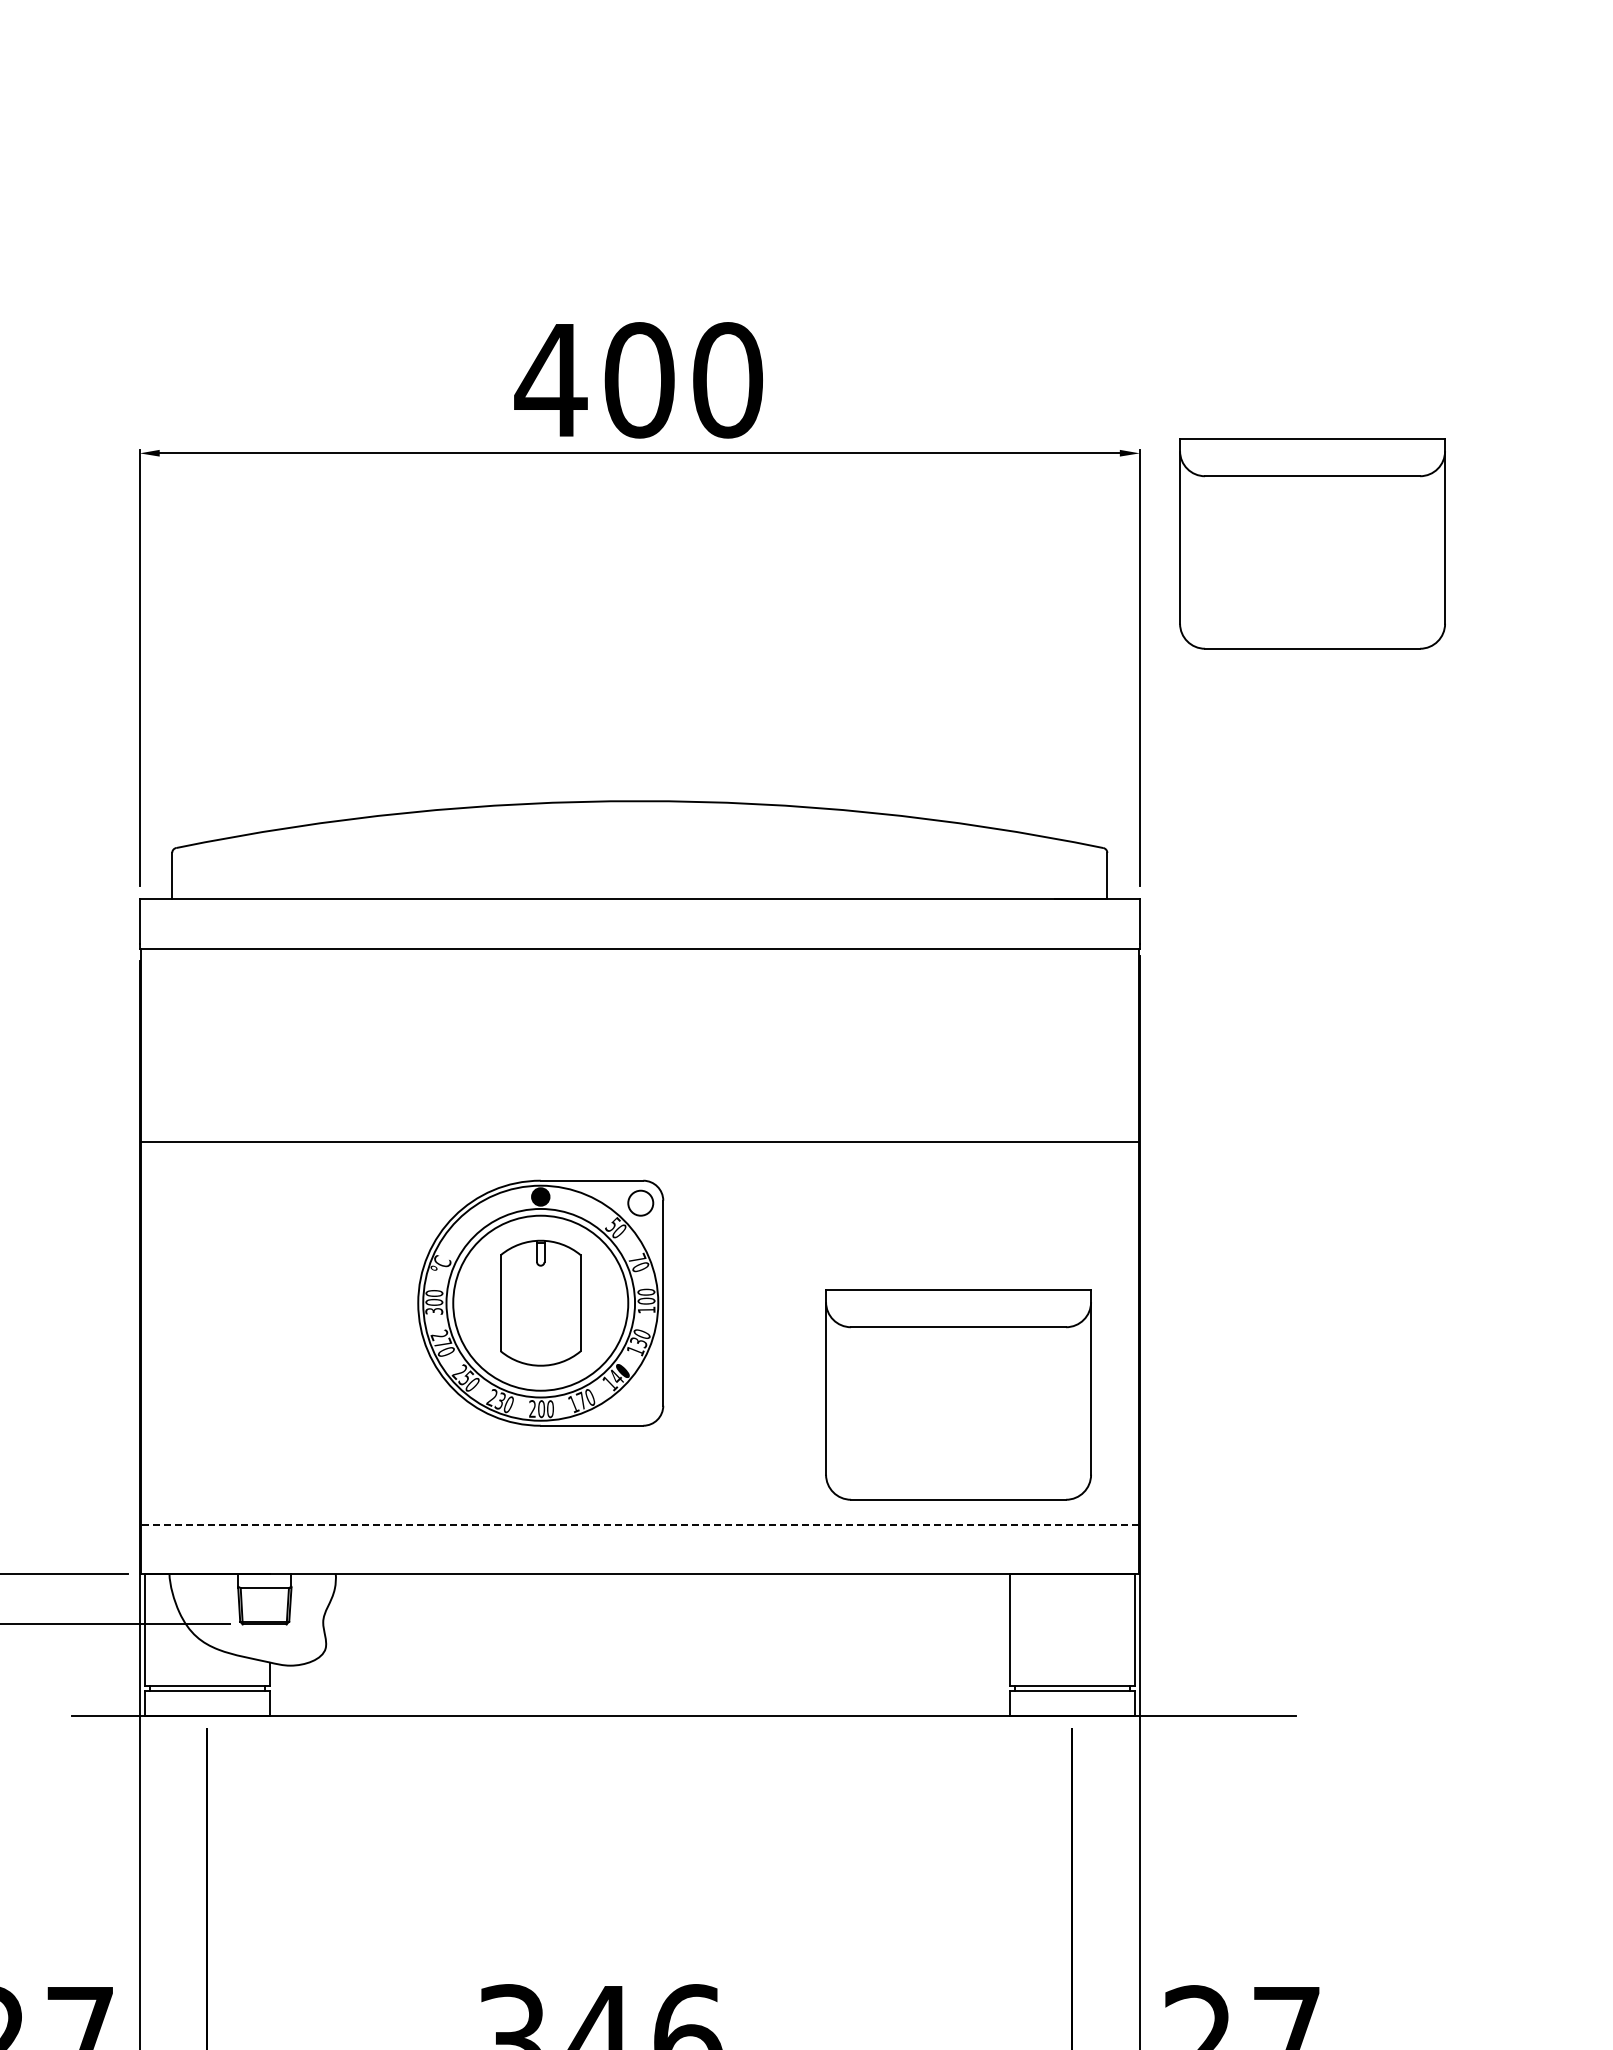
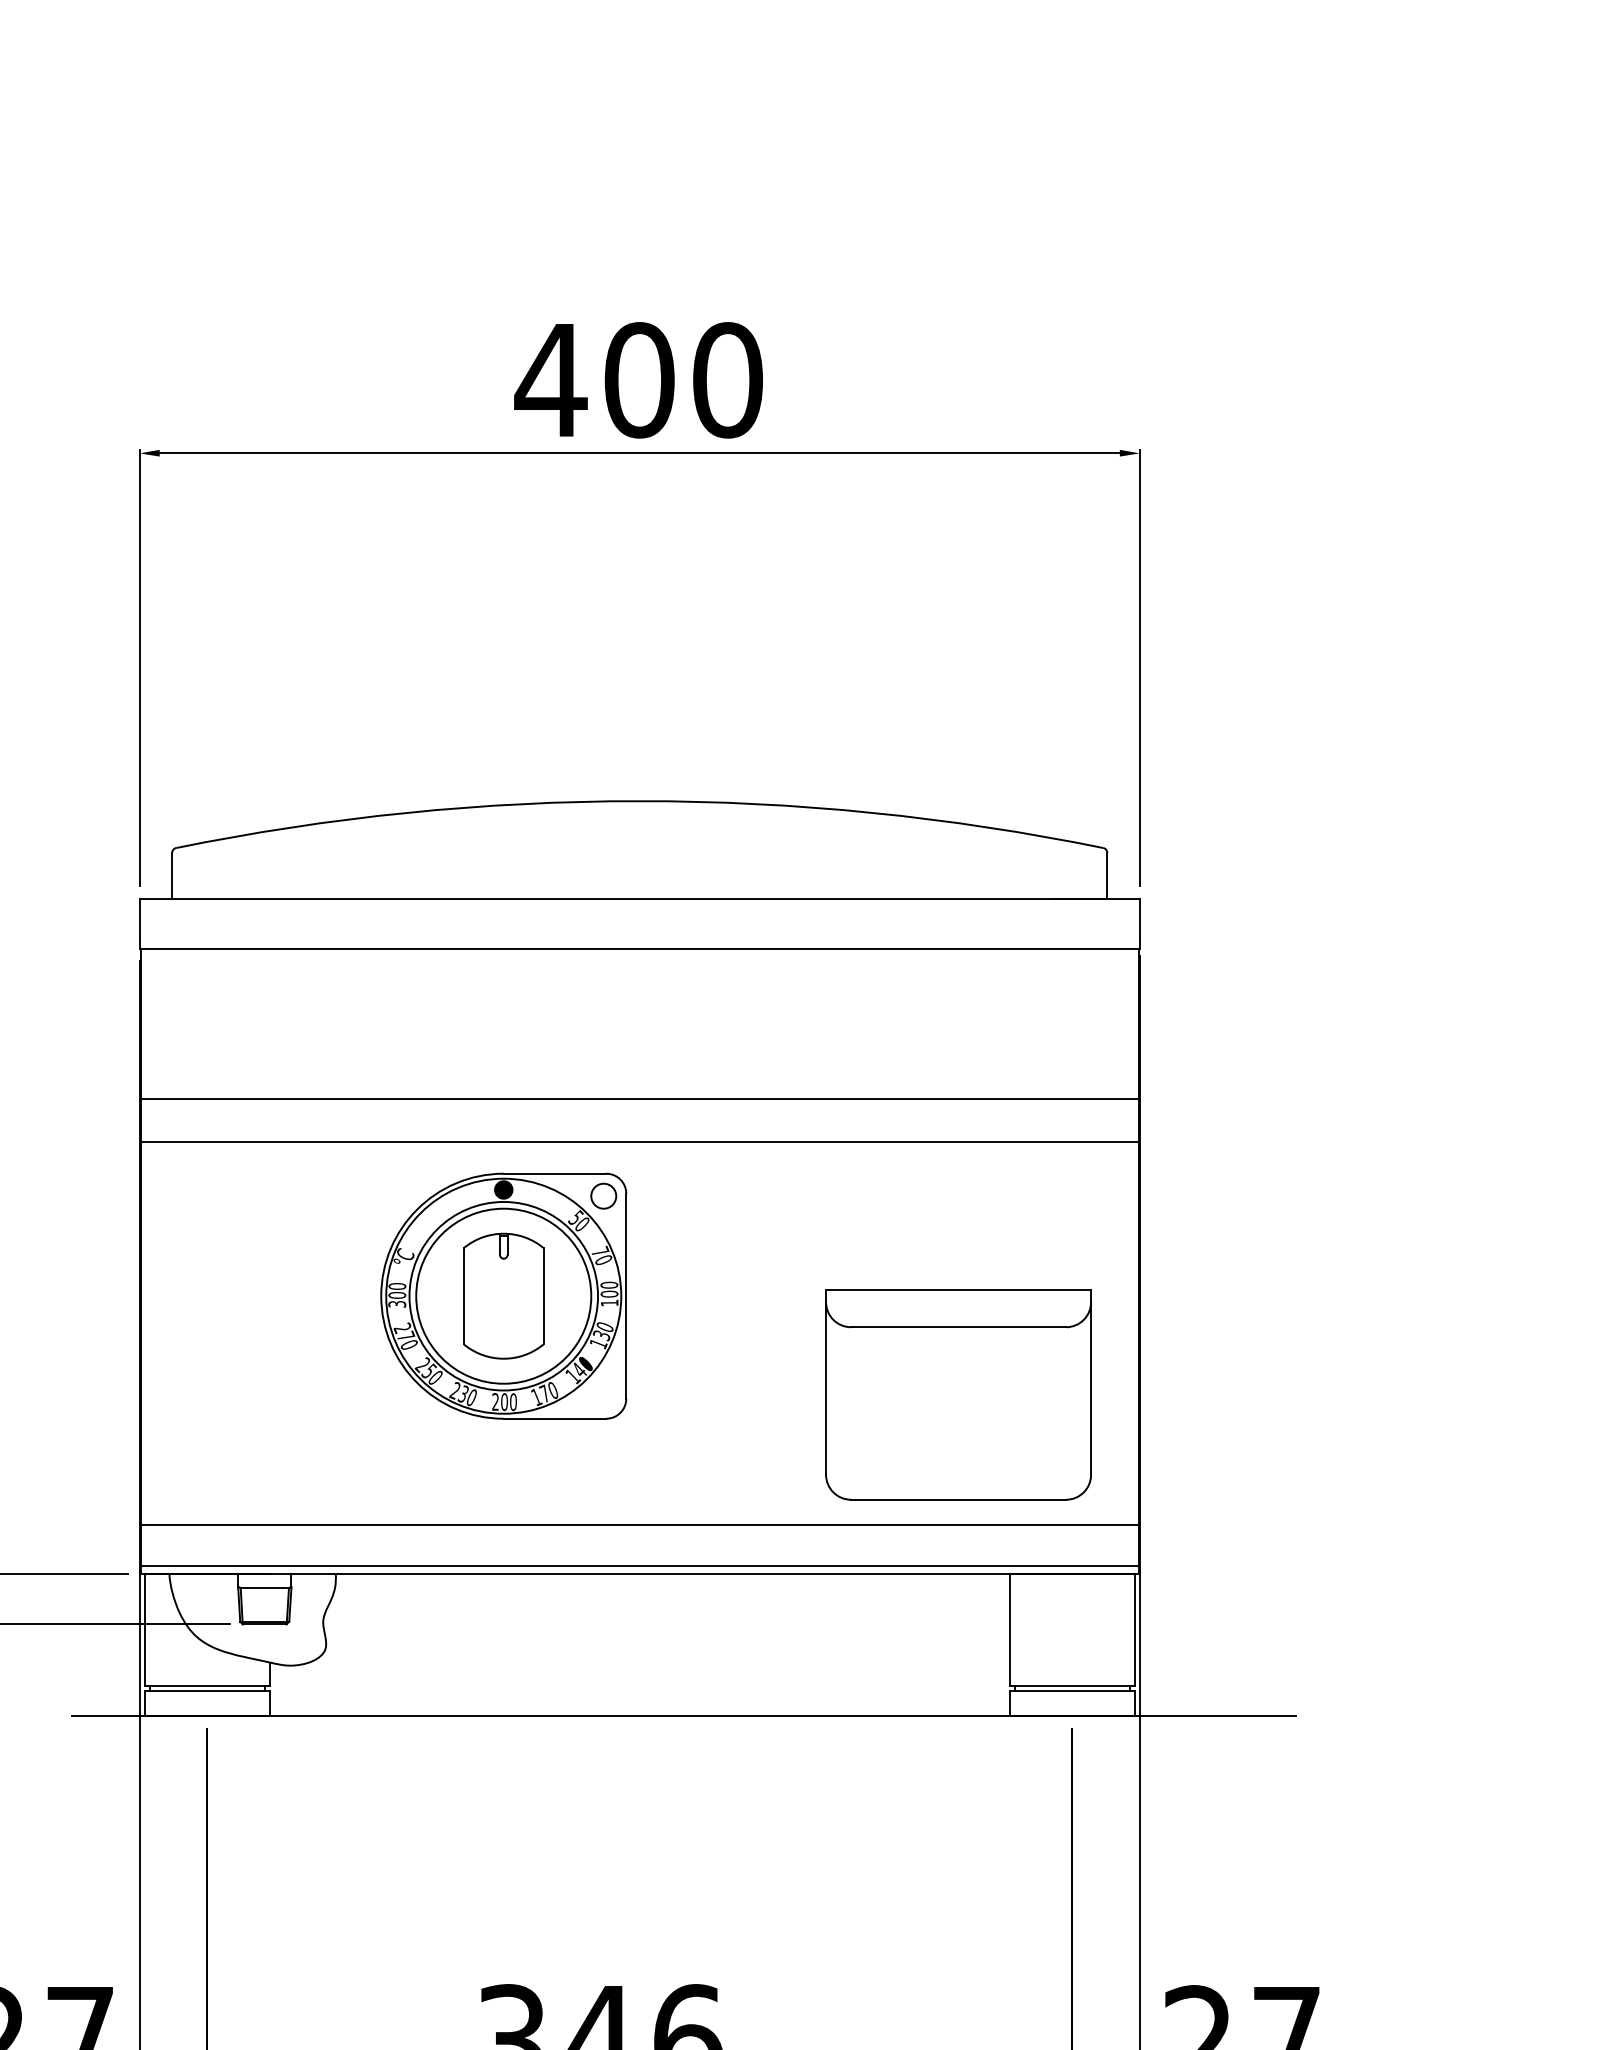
part at (1312, 543): present -> none
line at (639, 1098): none -> present
part at (540, 1302) position: (540, 1302) -> (503, 1295)
line at (639, 1525): dashed -> solid
line at (639, 1566): none -> present
